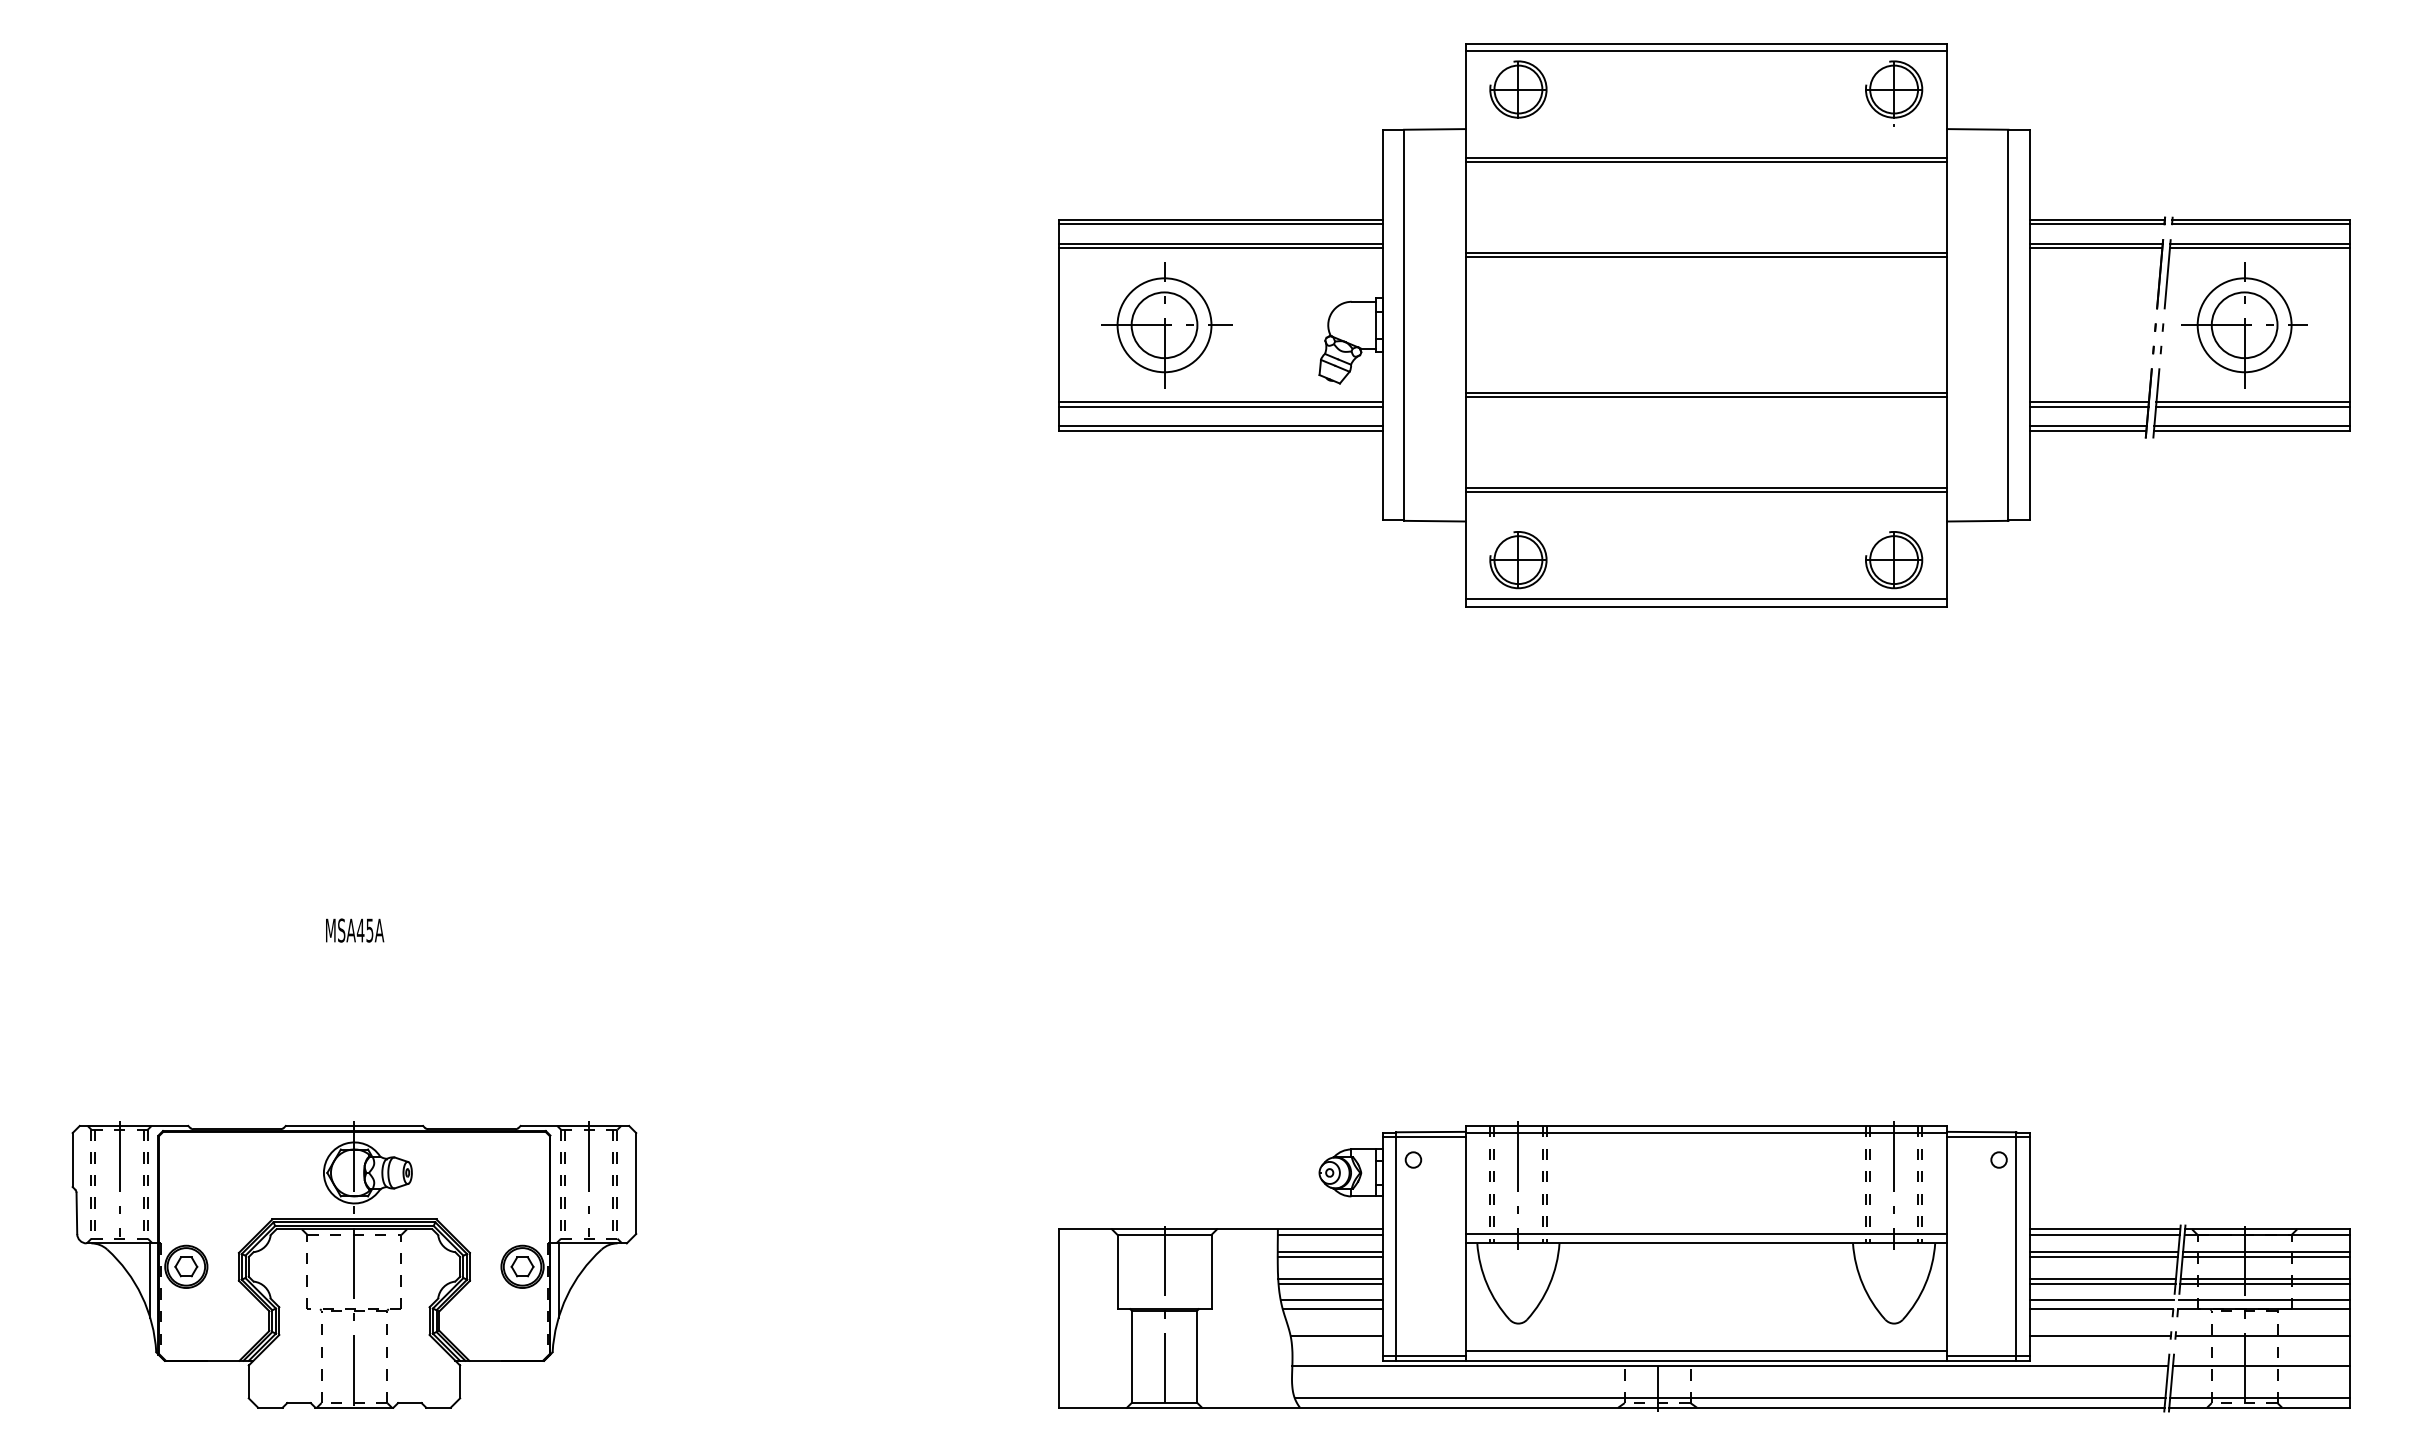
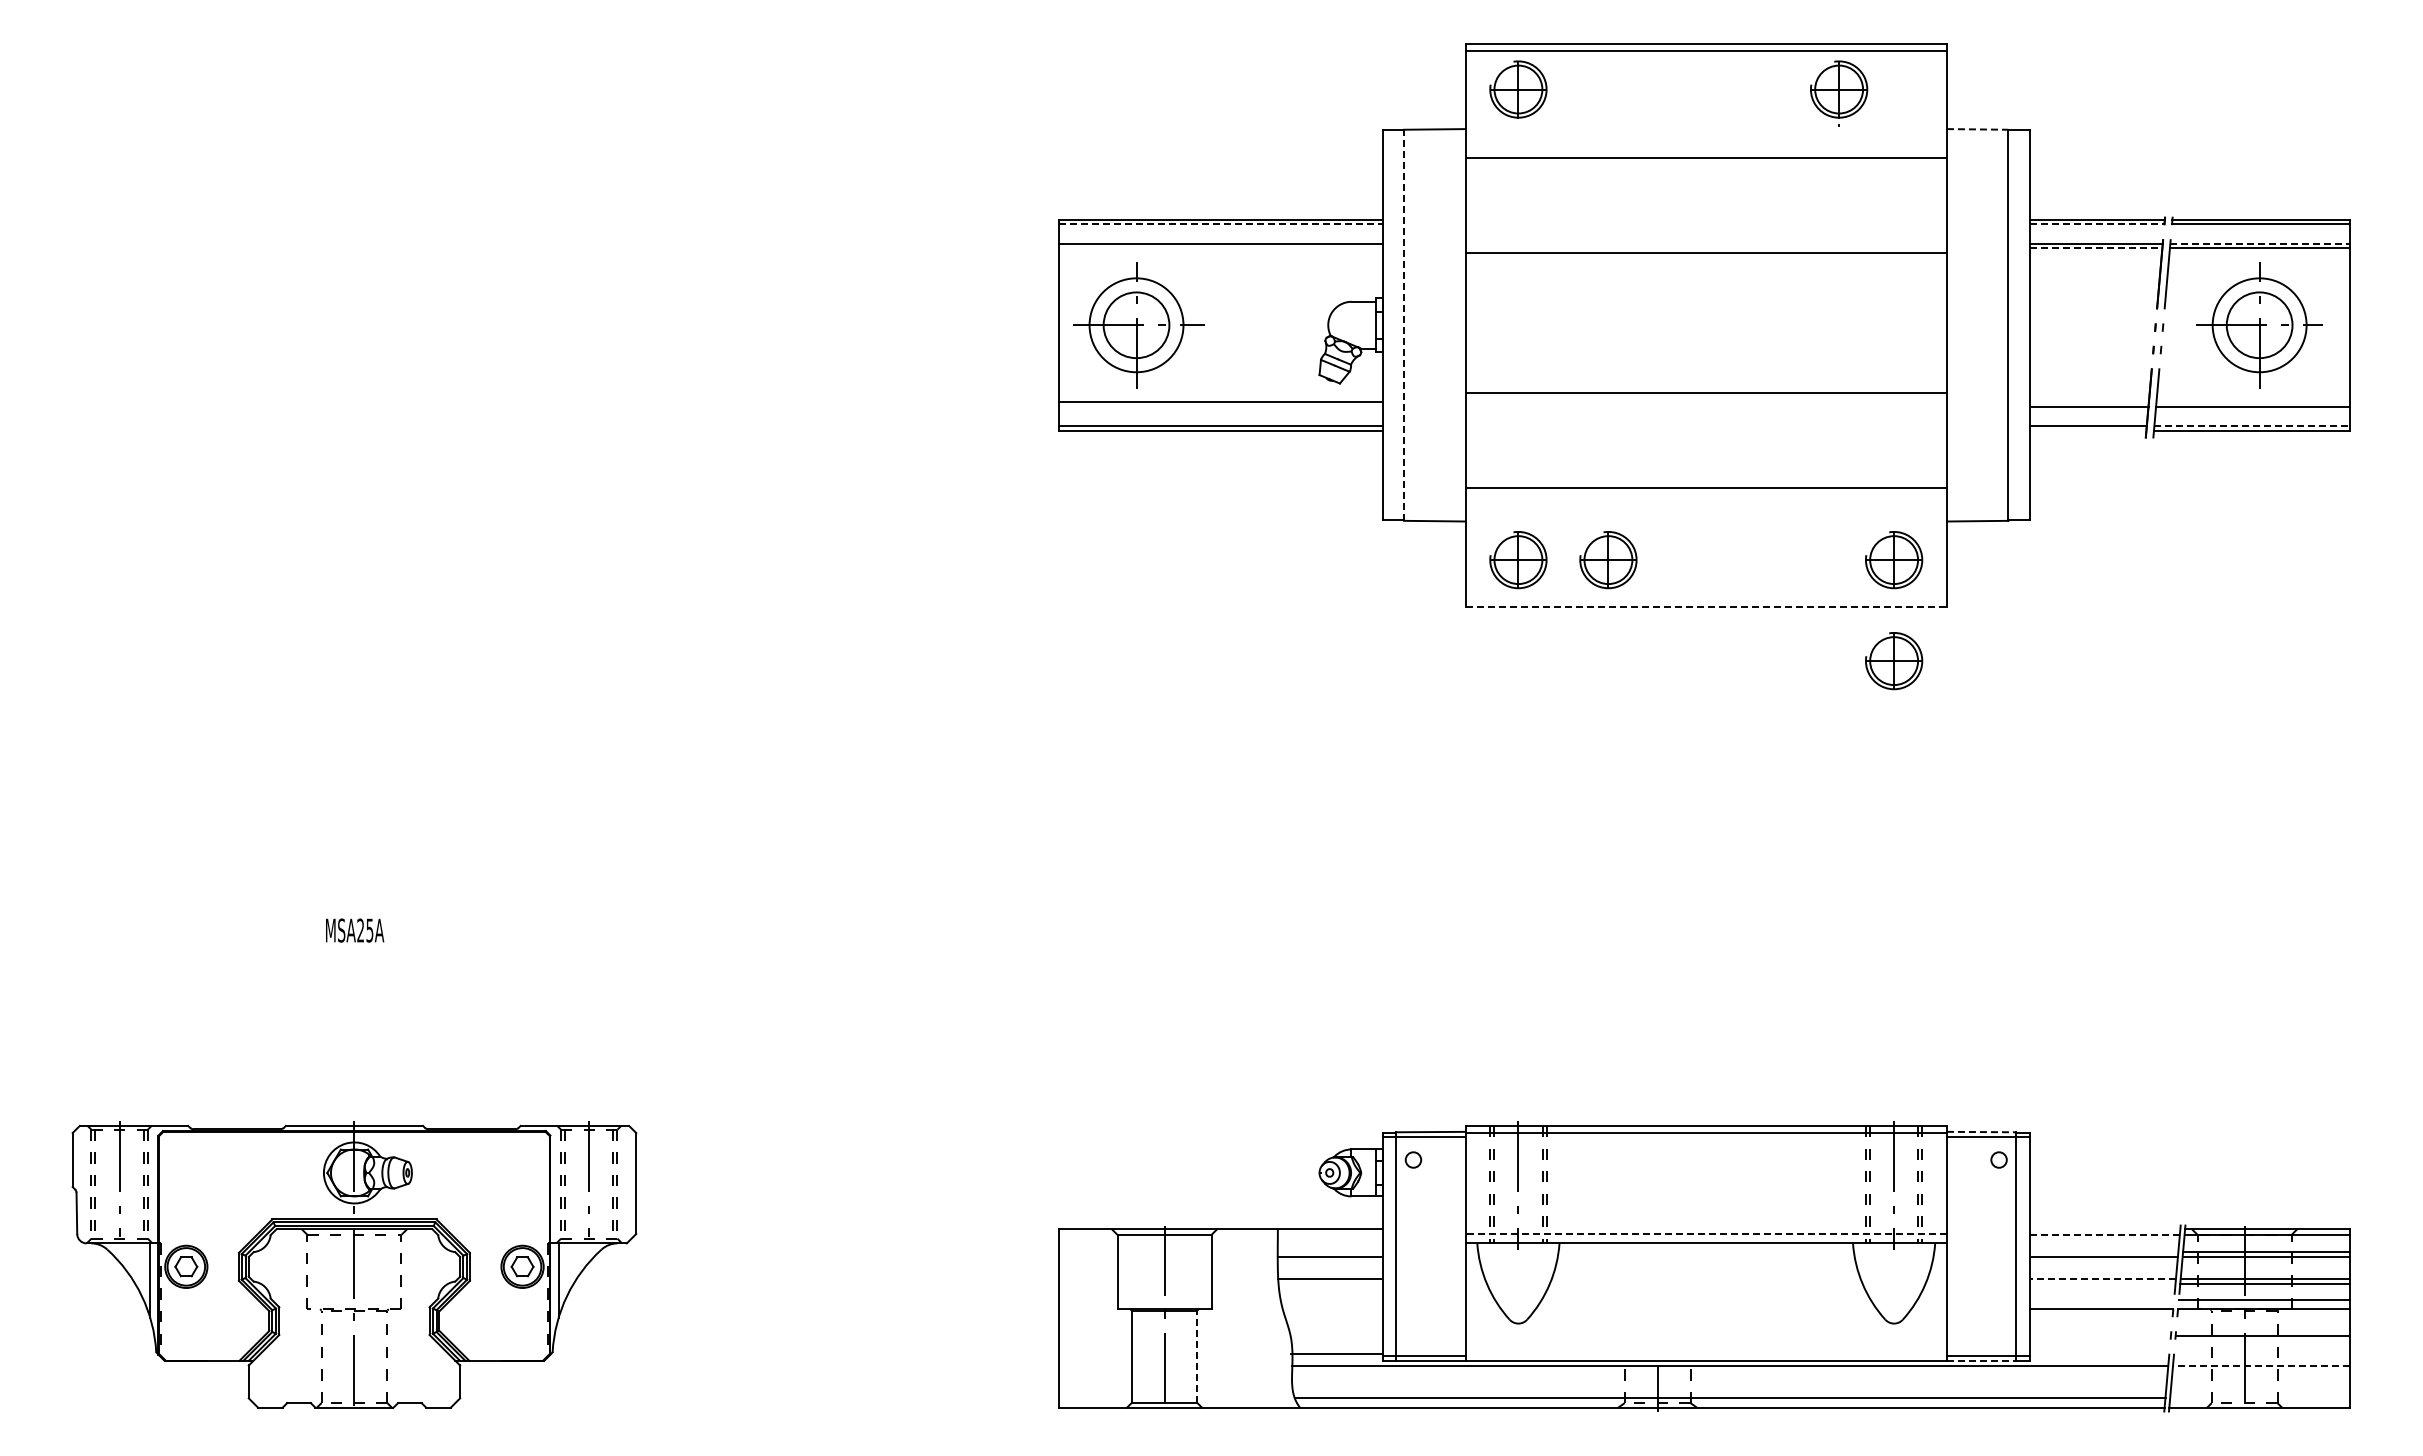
part at (1894, 93) position: (1894, 93) -> (1839, 93)
line at (1977, 129): solid -> dashed
line at (1705, 161): present -> none
line at (1221, 224): solid -> dashed
line at (2097, 224): solid -> dashed
line at (2260, 243): solid -> dashed
line at (1220, 248): present -> none
line at (2096, 248): solid -> dashed
line at (1705, 257): present -> none
part at (1166, 325) position: (1166, 325) -> (1138, 325)
line at (1404, 325): solid -> dashed
part at (2244, 325) position: (2244, 325) -> (2259, 325)
line at (1705, 396): present -> none
line at (2088, 402): present -> none
line at (2253, 402): present -> none
line at (1220, 406): present -> none
line at (2252, 426): solid -> dashed
line at (2087, 430): present -> none
line at (1705, 491): present -> none
part at (1608, 560): none -> present
line at (1705, 598): present -> none
line at (1706, 607): solid -> dashed
part at (1894, 661): none -> present
text at (360, 930): MSA45A -> MSA25A
line at (1981, 1132): solid -> dashed
line at (2104, 1229): present -> none
line at (1706, 1234): solid -> dashed
line at (1329, 1235): present -> none
line at (2104, 1235): solid -> dashed
line at (1329, 1251): present -> none
line at (2103, 1251): present -> none
line at (2102, 1278): solid -> dashed
line at (1330, 1283): present -> none
line at (2102, 1283): present -> none
line at (1331, 1300): present -> none
line at (2101, 1300): present -> none
line at (1332, 1308): present -> none
line at (1336, 1335) position: (1336, 1335) -> (1336, 1353)
line at (2100, 1335): present -> none
line at (1705, 1351): present -> none
line at (1197, 1356): solid -> dashed
line at (1981, 1360): solid -> dashed
line at (2261, 1365): solid -> dashed
line at (2260, 1398): present -> none
